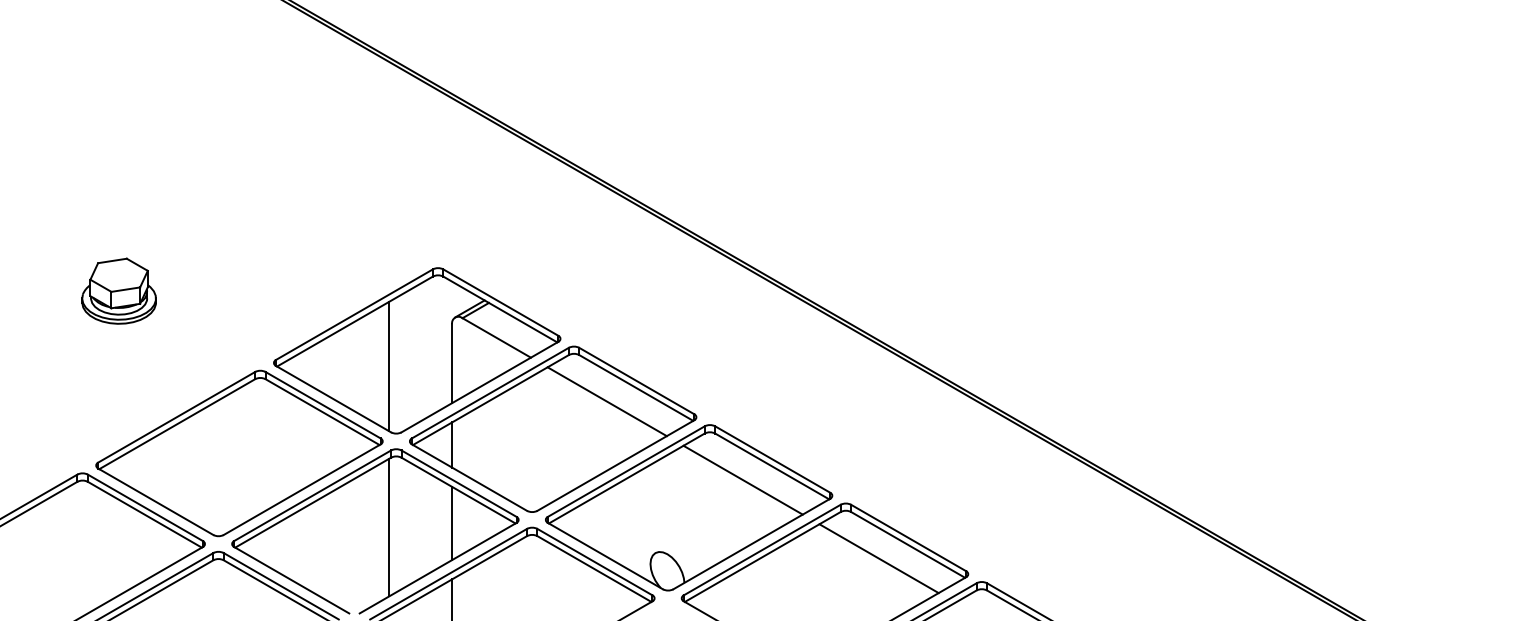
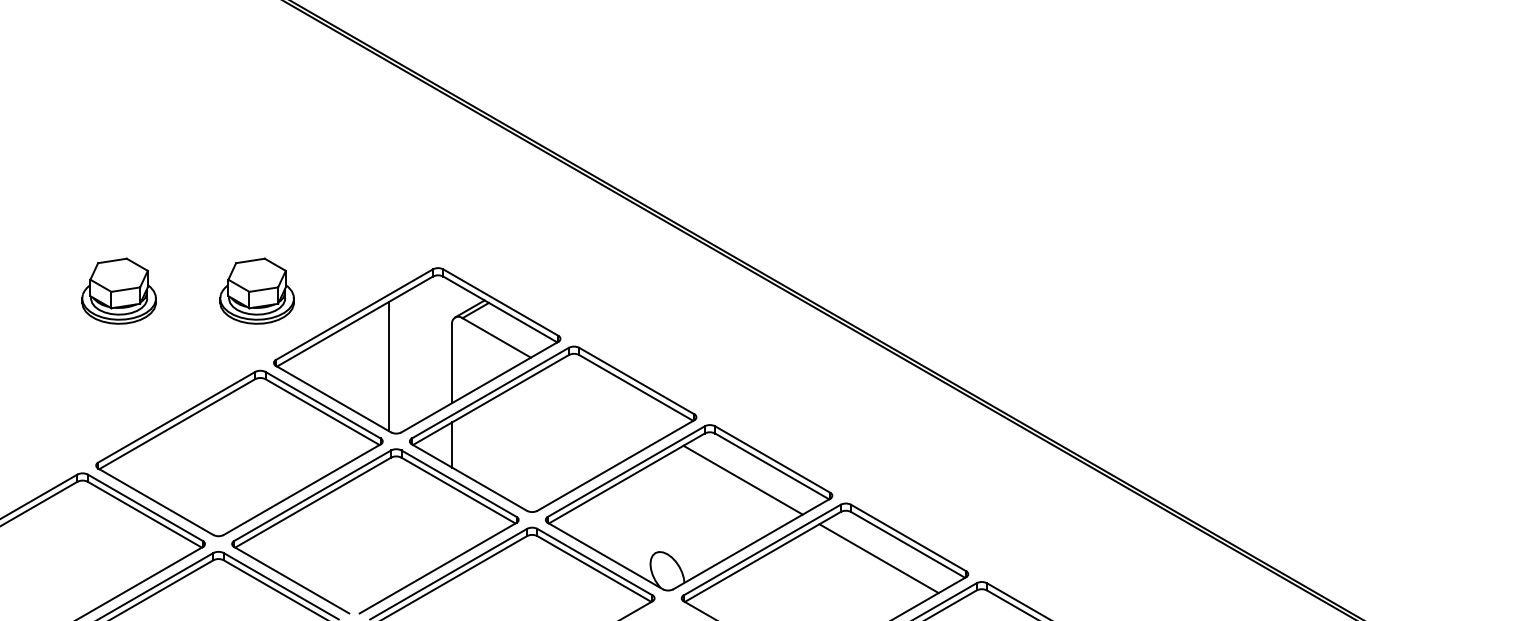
part at (256, 290): none -> present
line at (606, 401): present -> none
line at (452, 523): present -> none
line at (389, 527): present -> none
line at (452, 598): present -> none
